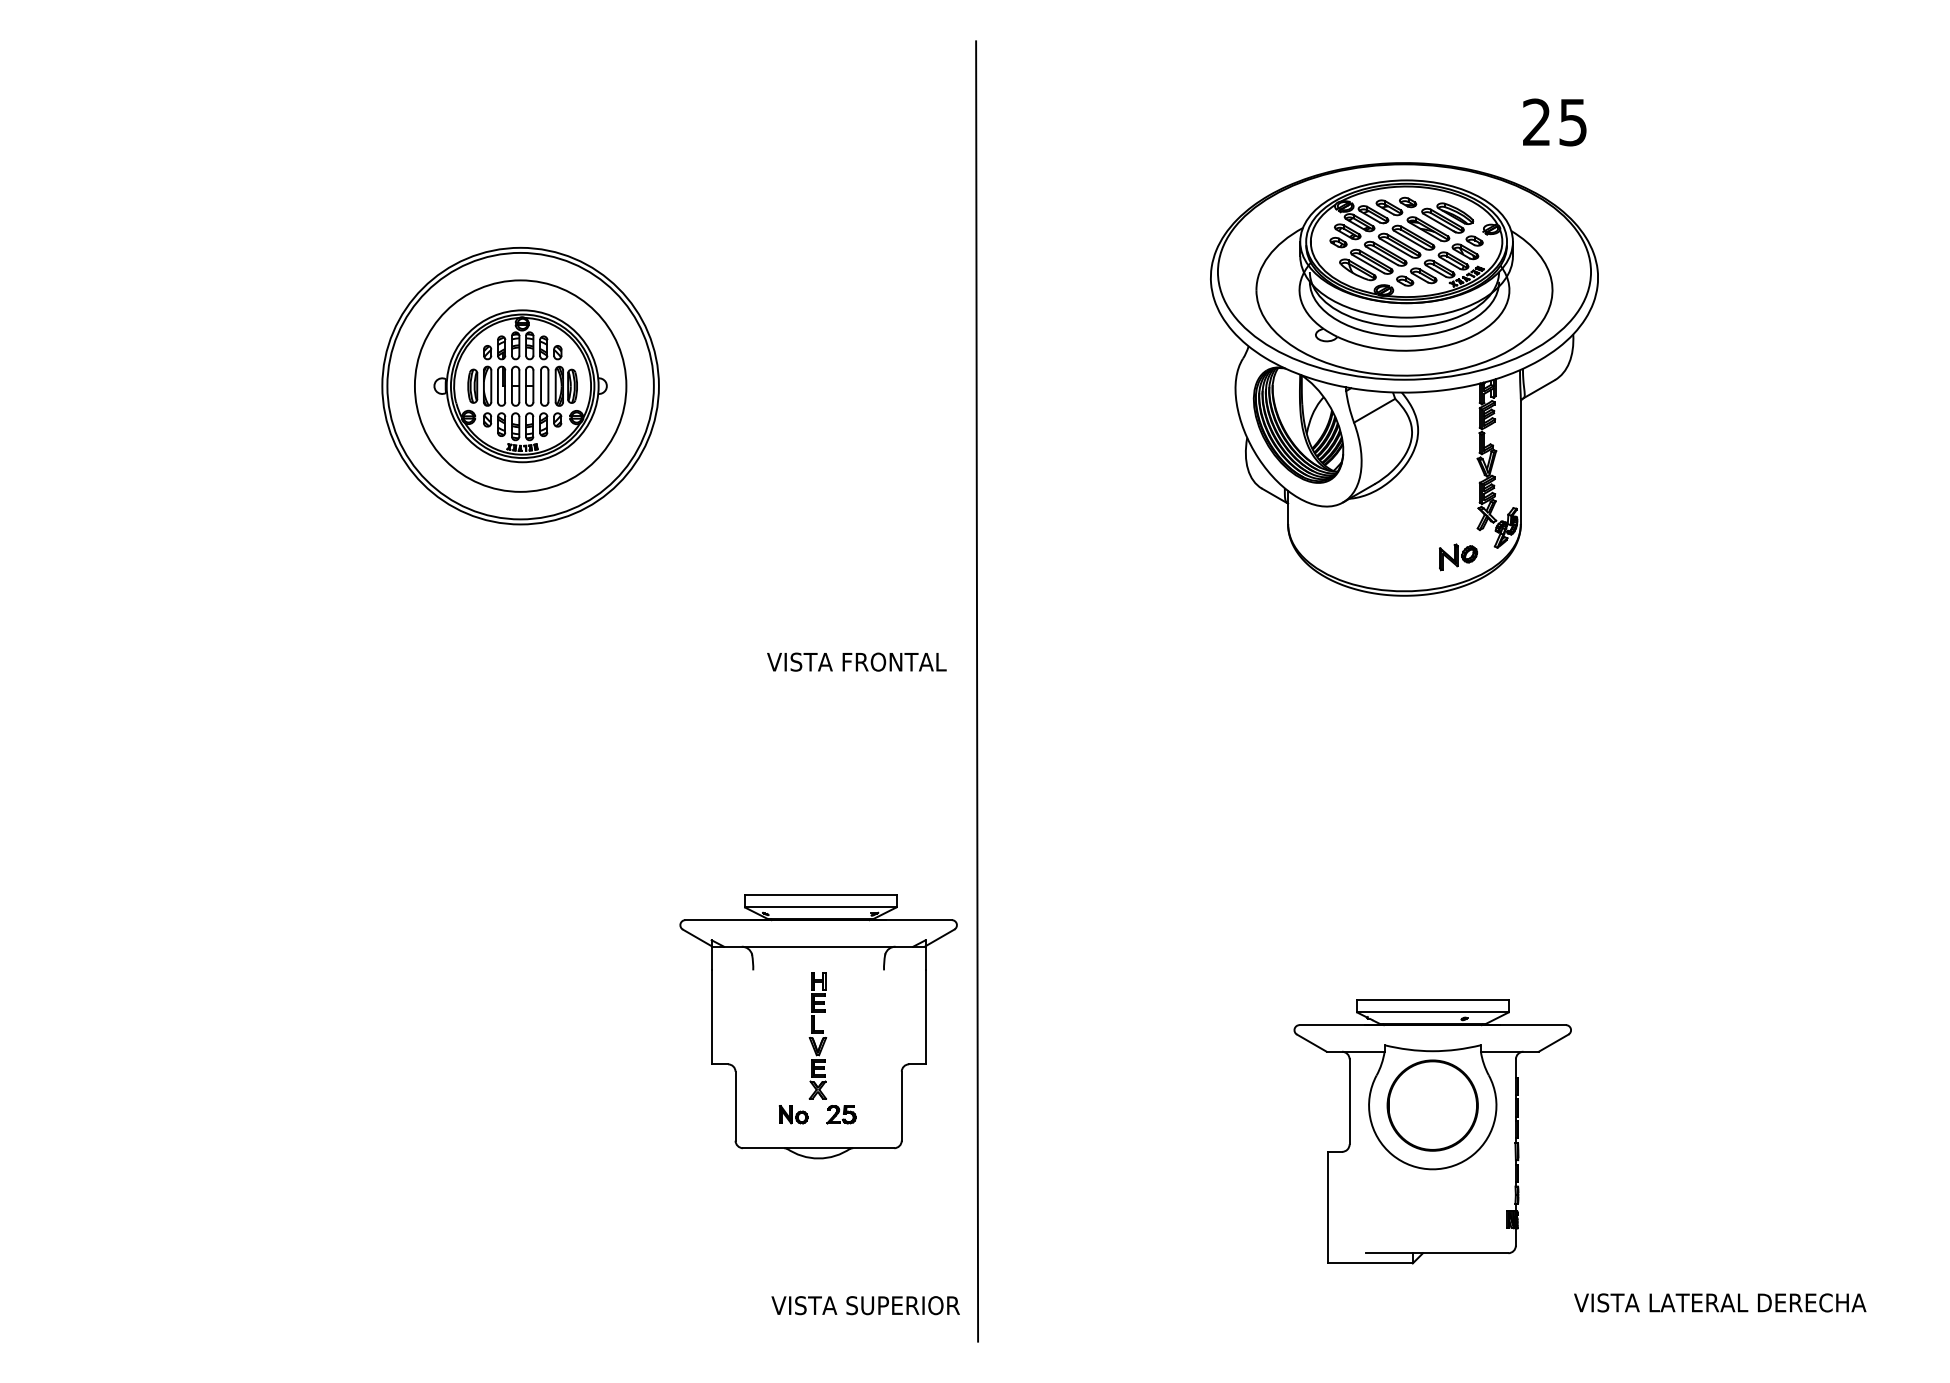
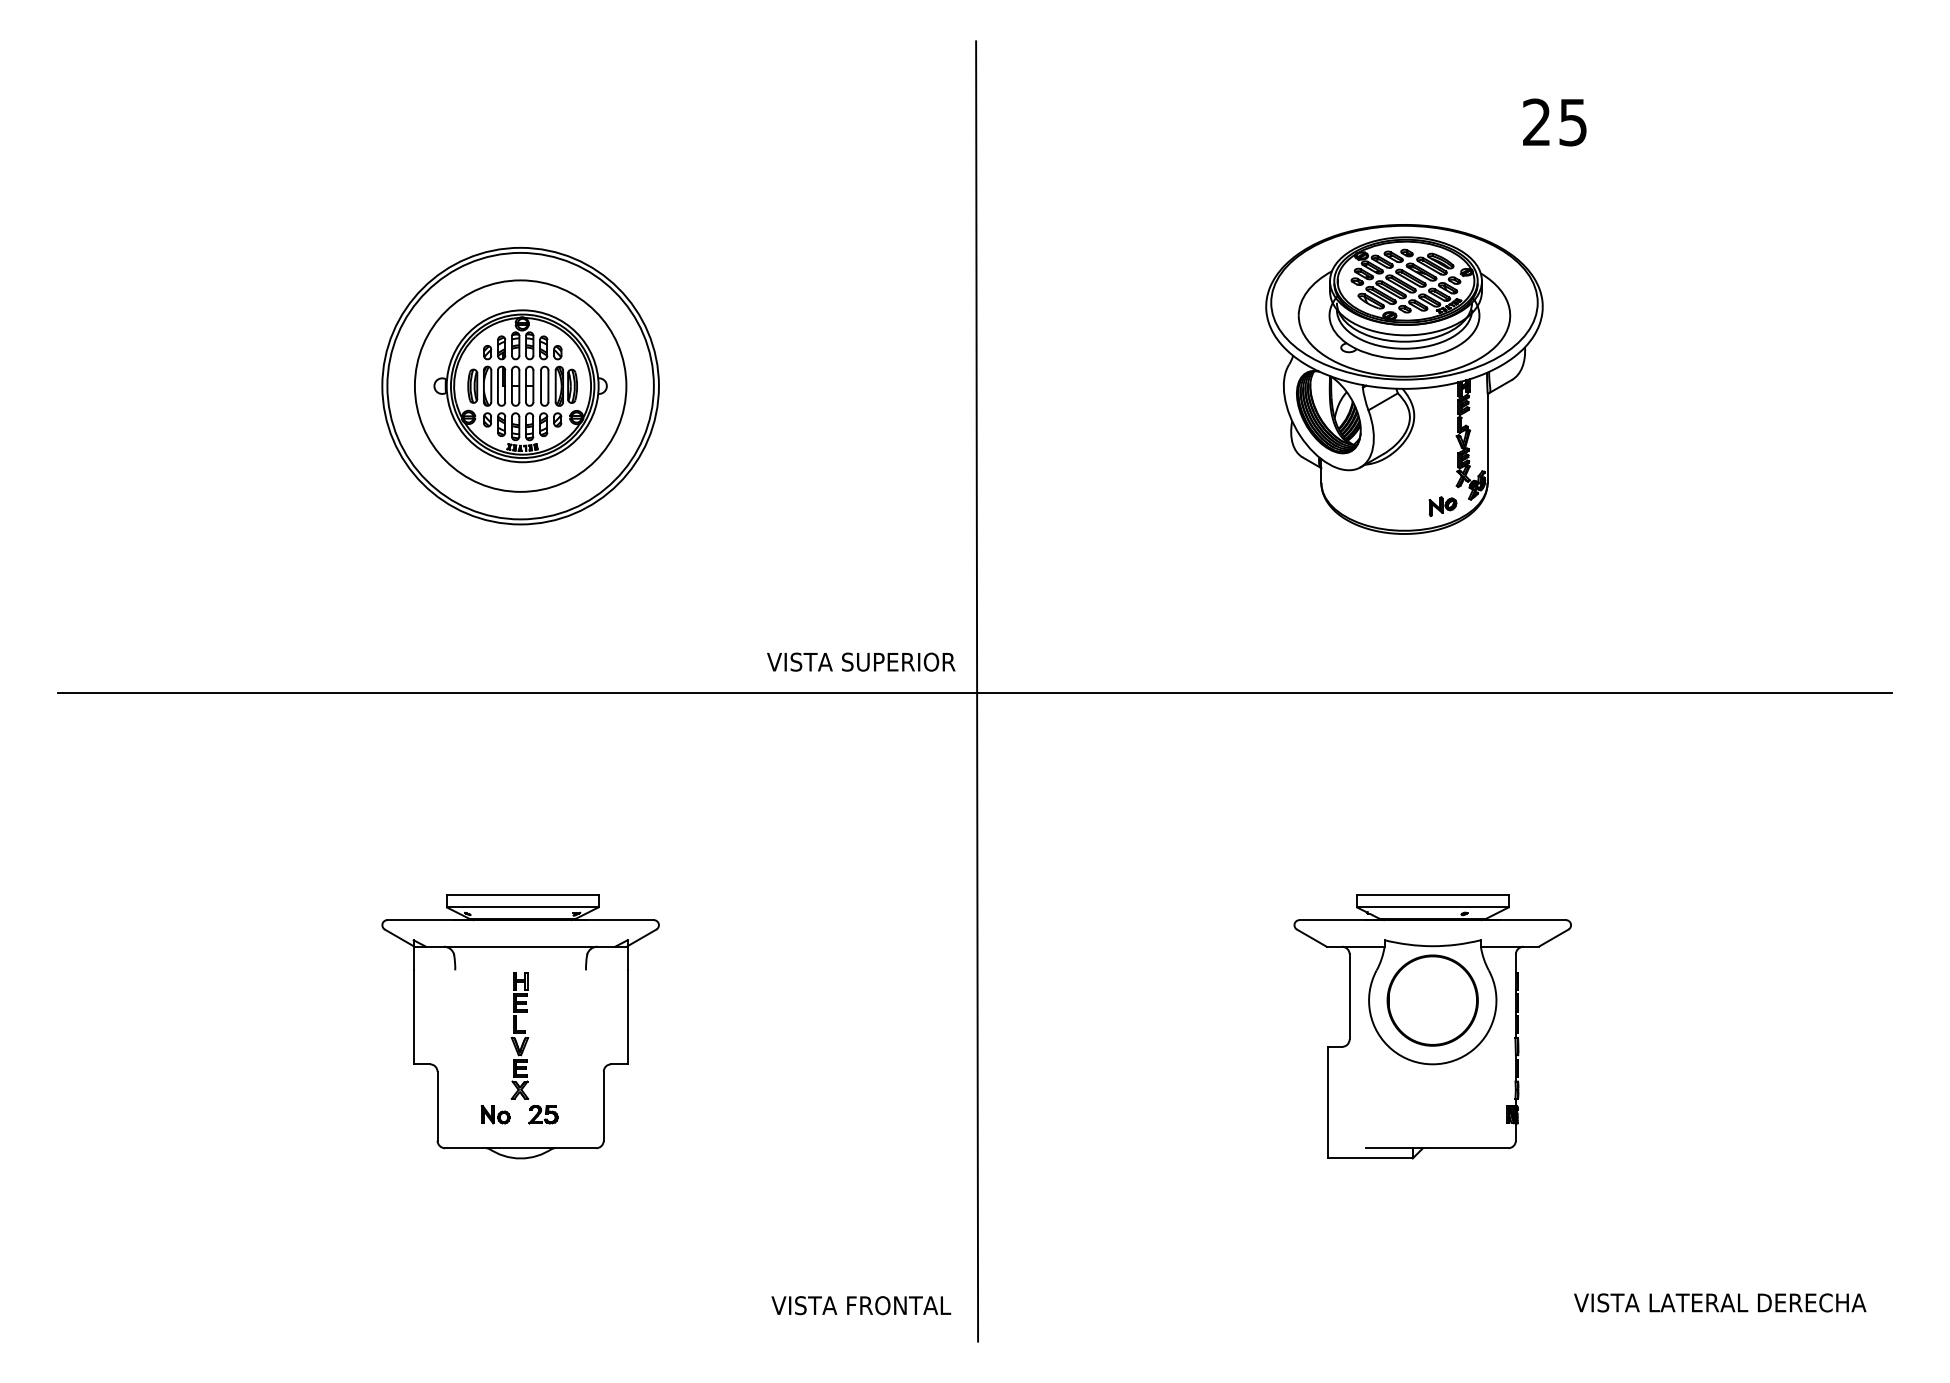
part at (1404, 379) size: 389x435 px -> 279x311 px
text at (898, 661): VISTA FRONTAL -> VISTA SUPERIOR
line at (974, 692): none -> present
part at (818, 1026) position: (818, 1026) -> (520, 1026)
part at (1432, 1131) position: (1432, 1131) -> (1432, 1026)
text at (902, 1305): VISTA SUPERIOR -> VISTA FRONTAL
